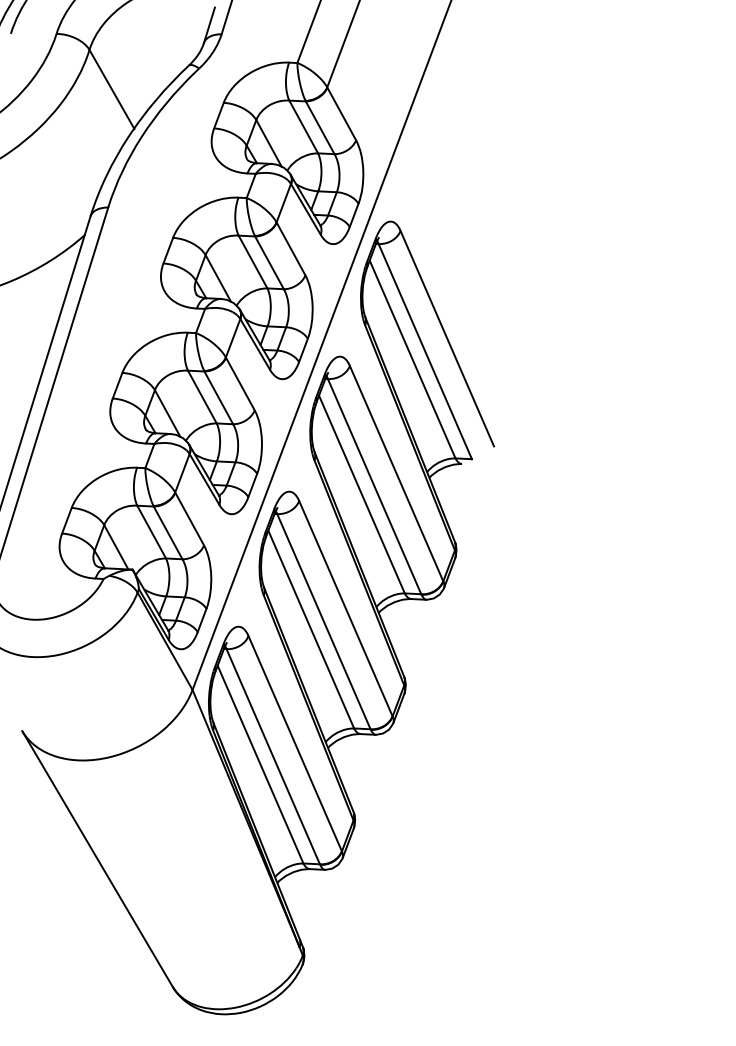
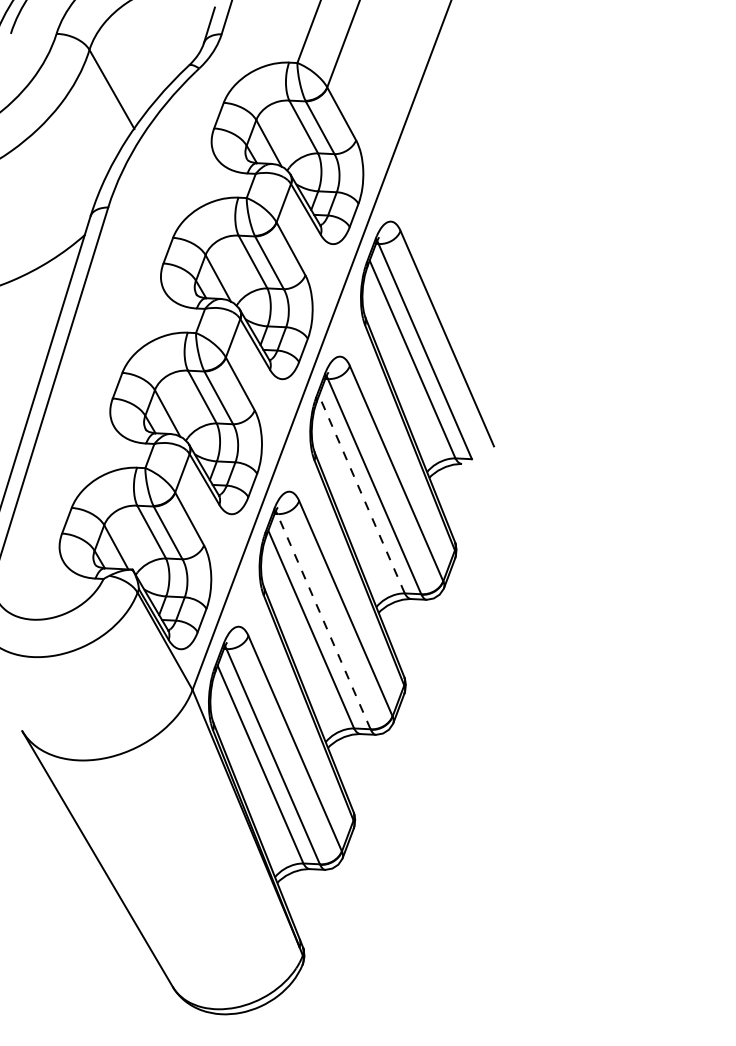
line at (361, 494): solid -> dashed
line at (323, 621): solid -> dashed
